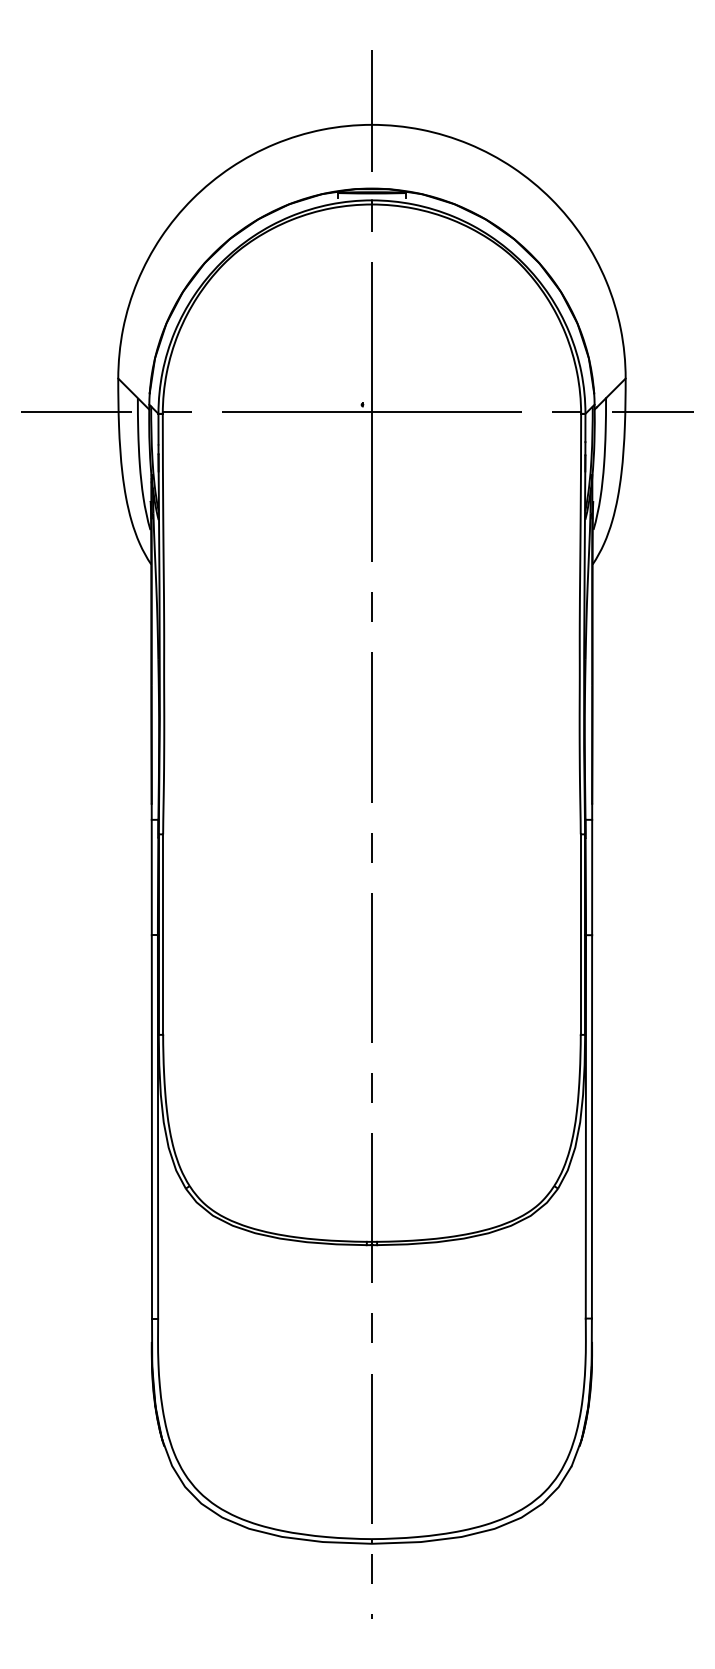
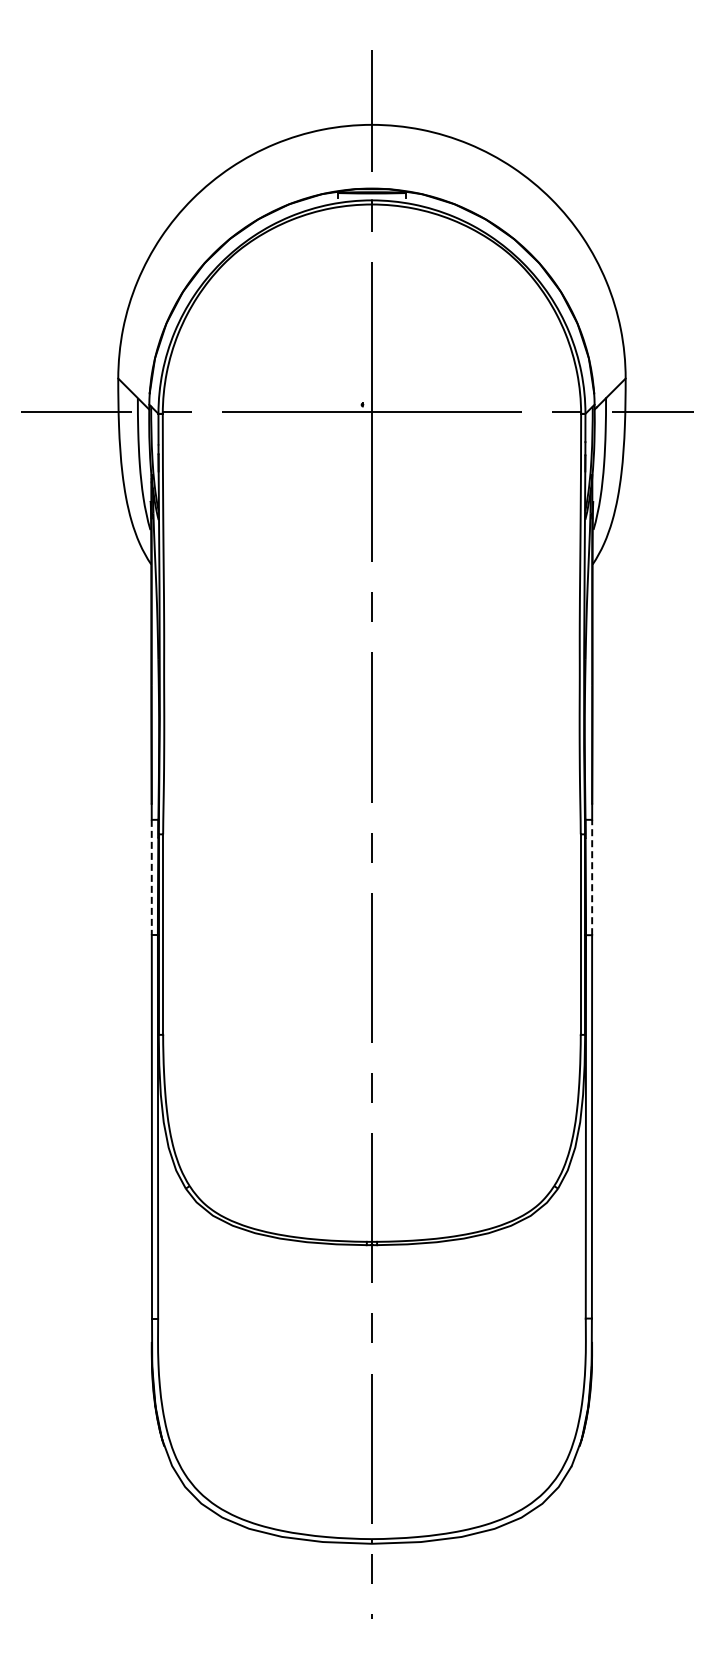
line at (151, 877): solid -> dashed
line at (592, 877): solid -> dashed
